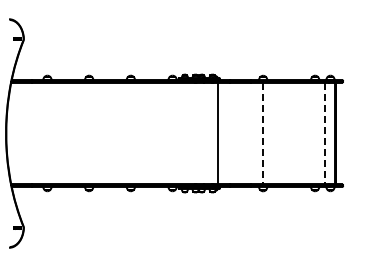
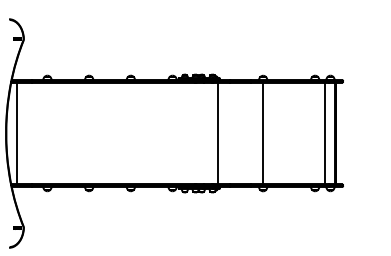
line at (16, 133): none -> present
line at (262, 133): dashed -> solid
line at (325, 133): dashed -> solid
